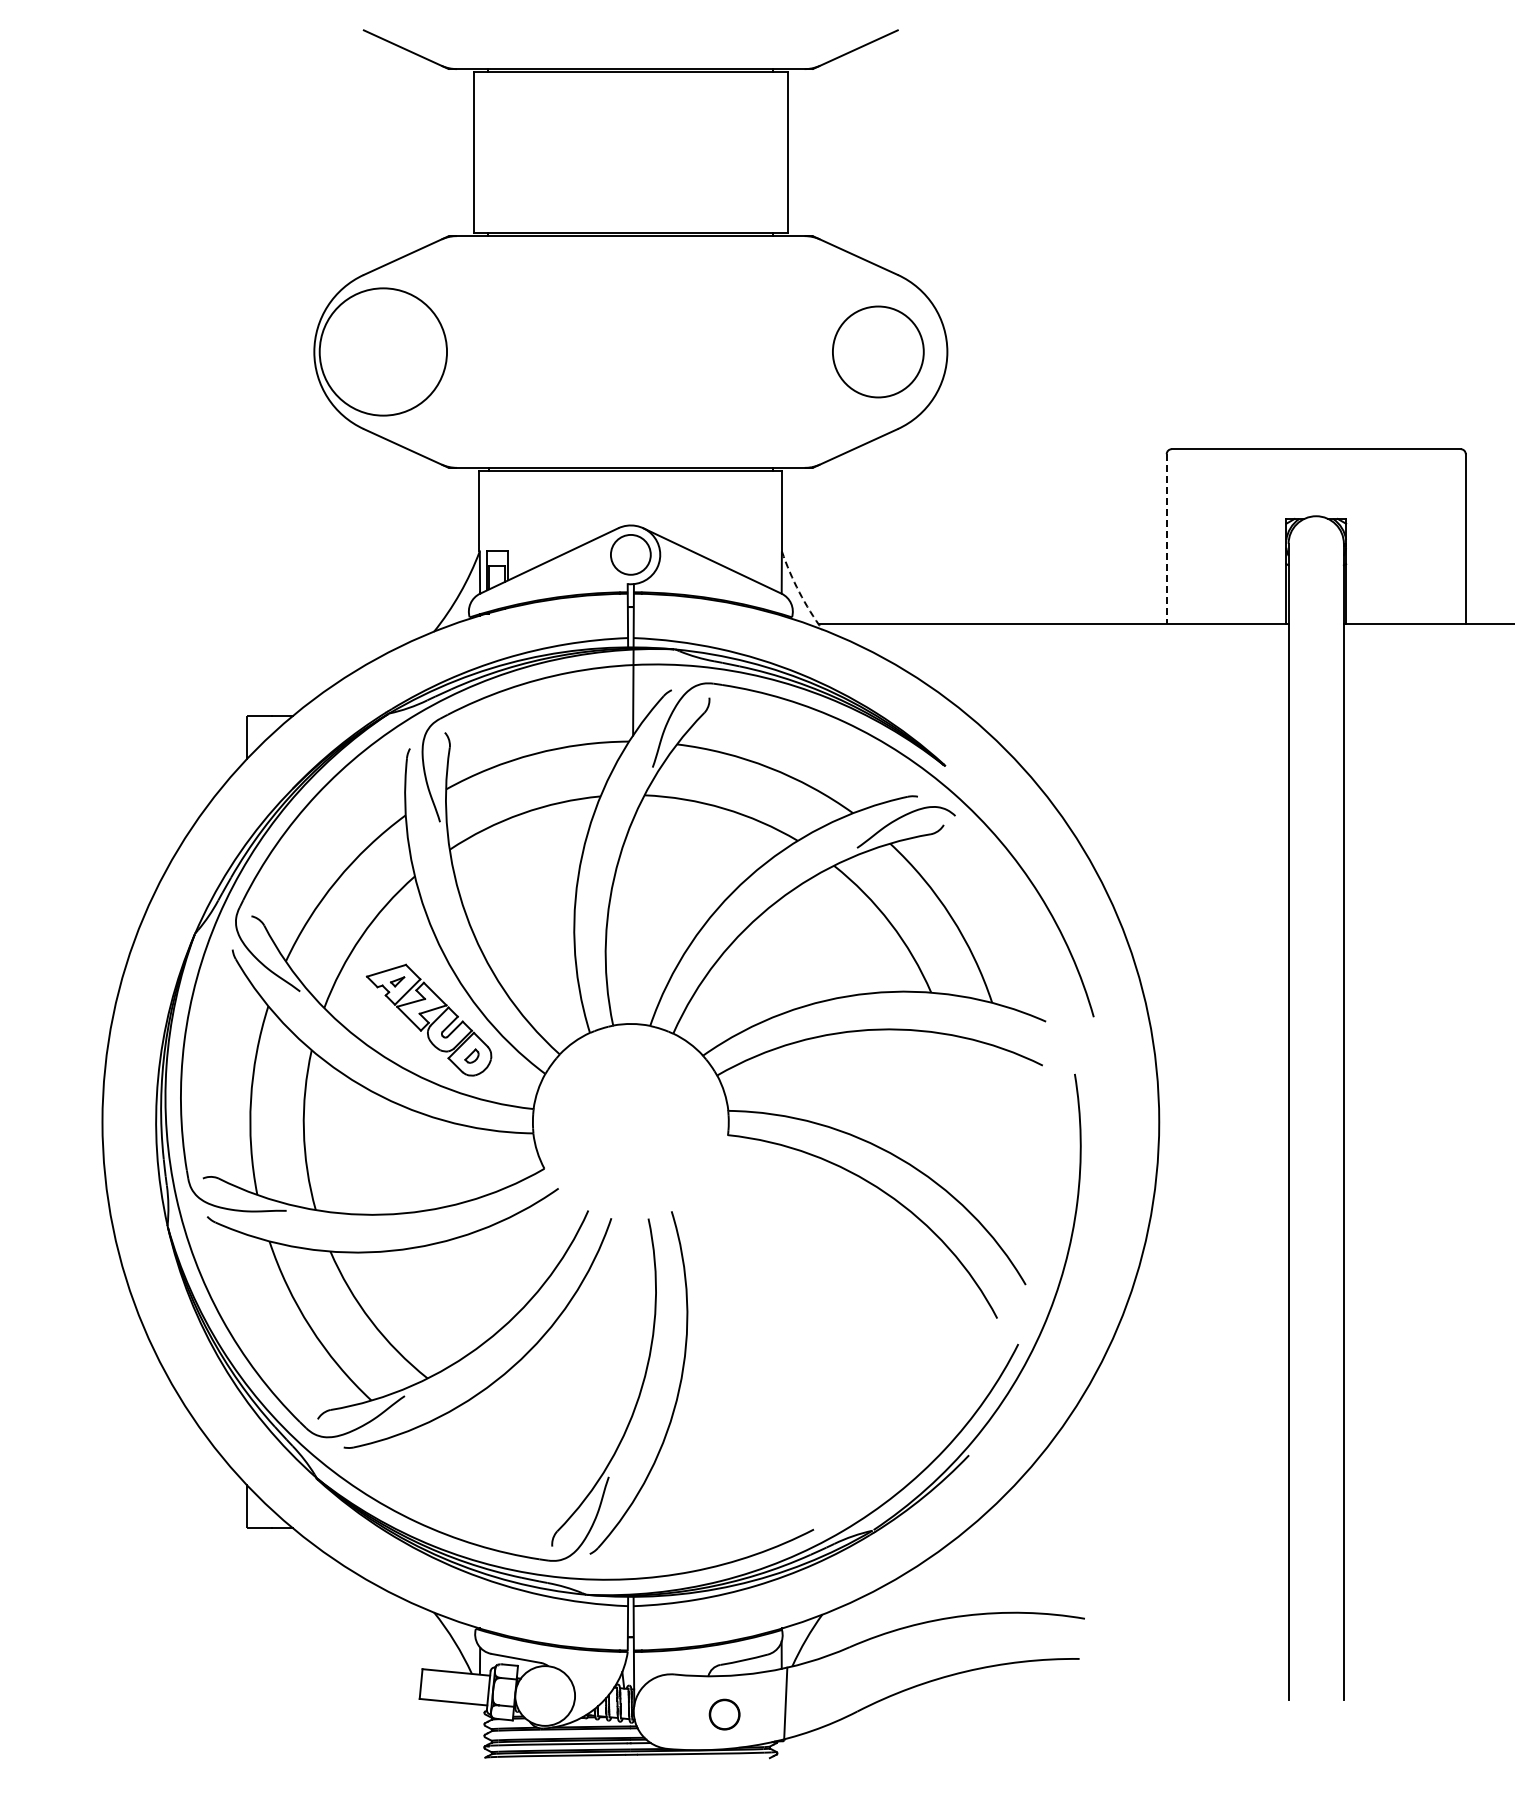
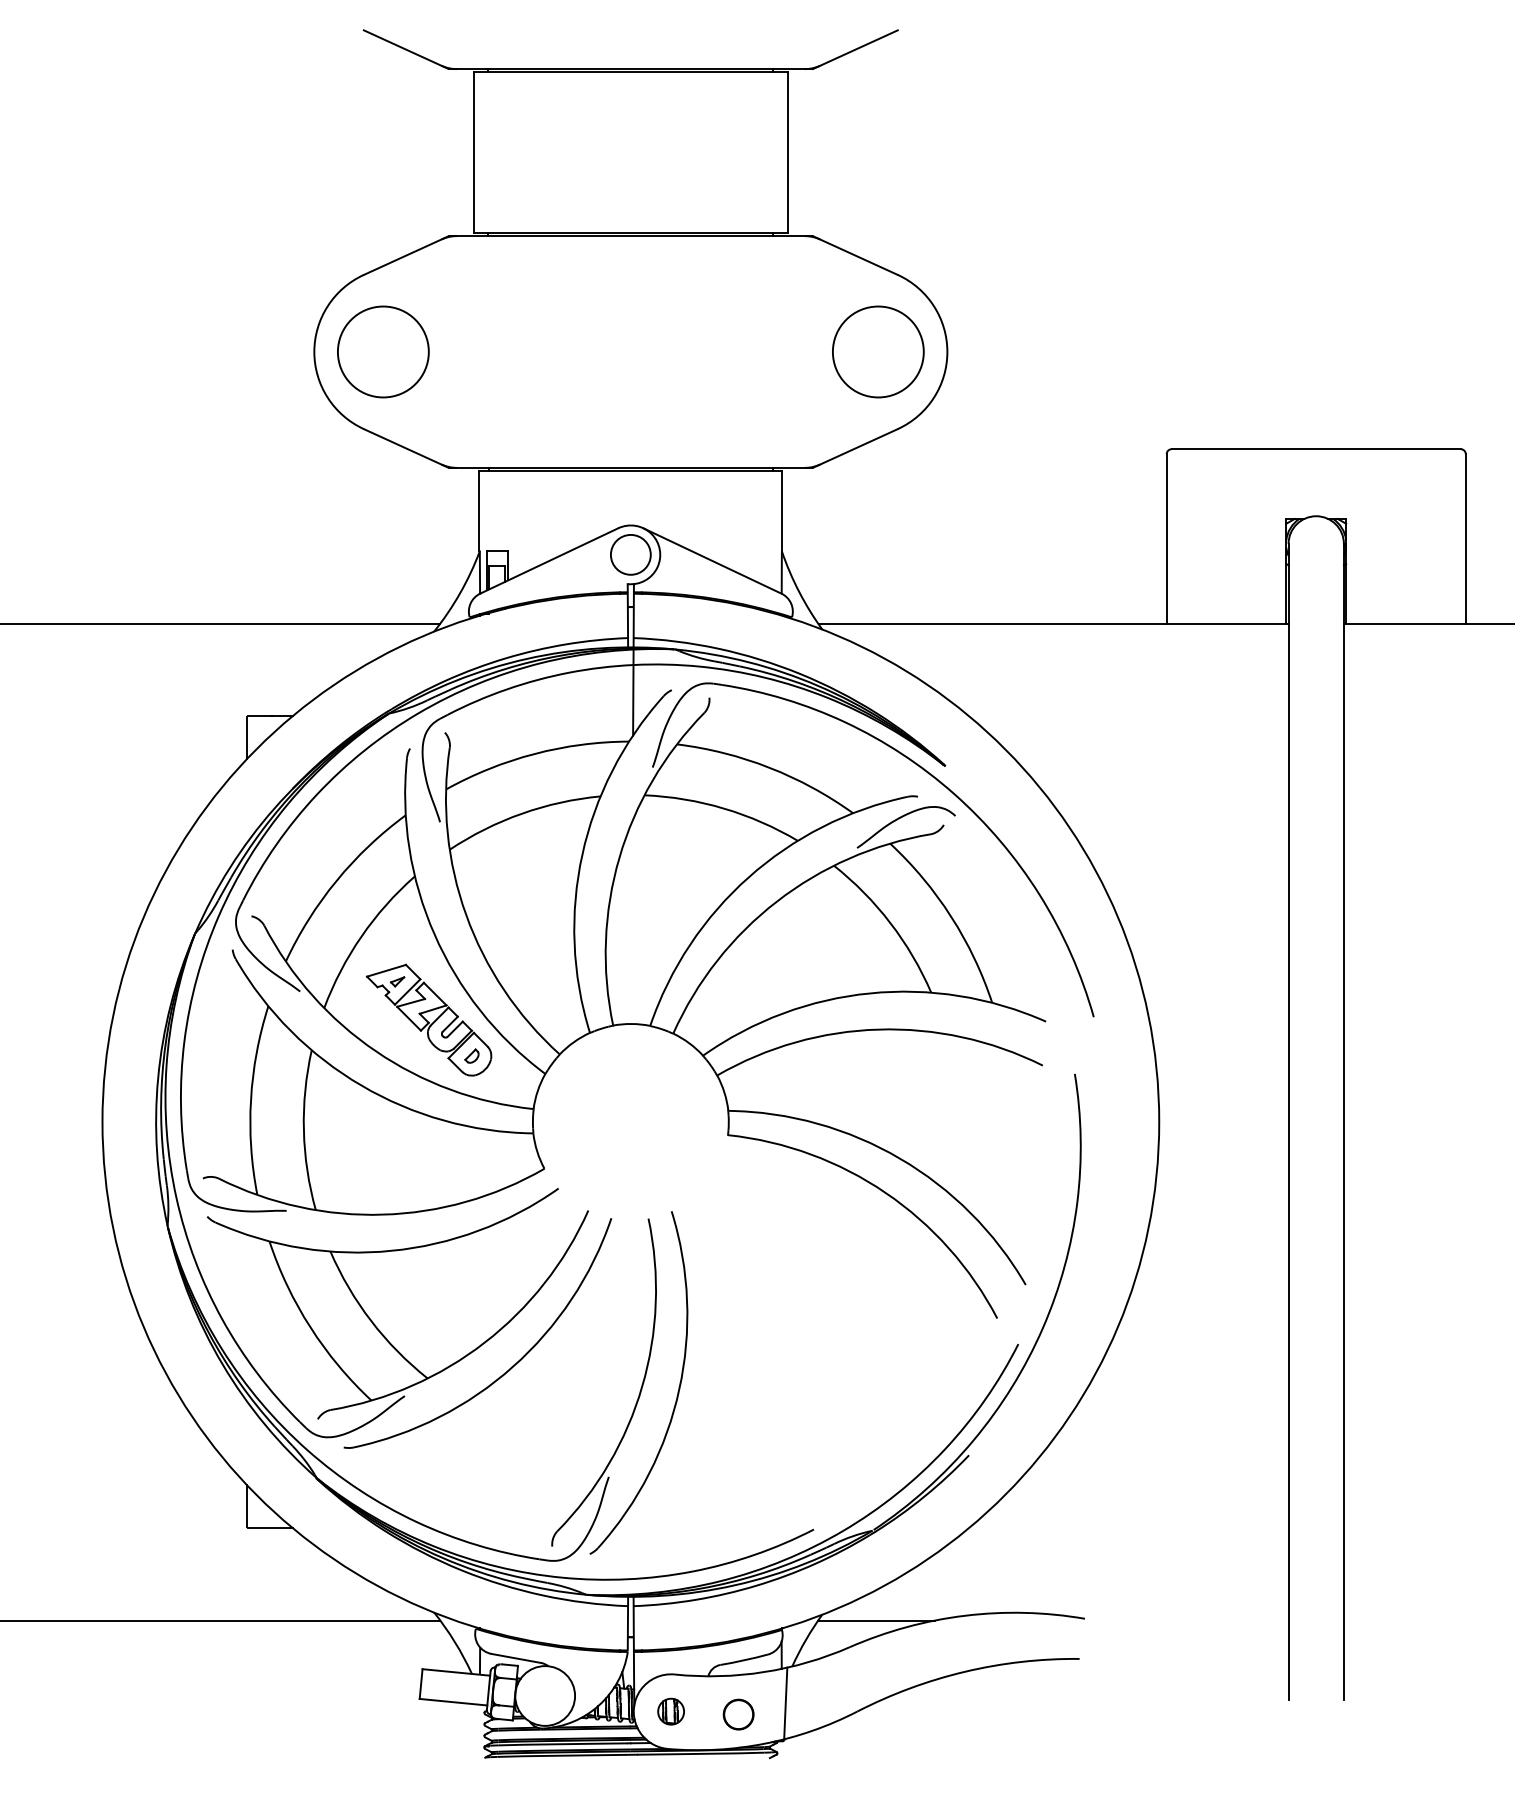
circle at (383, 351) diameter: 127 px -> 91 px
line at (1166, 538): dashed -> solid
arc at (799, 592): dashed -> solid
line at (220, 623): none -> present
line at (220, 1620): none -> present
line at (876, 1620): none -> present
part at (670, 1711): none -> present
part at (724, 1714) position: (724, 1714) -> (738, 1714)
